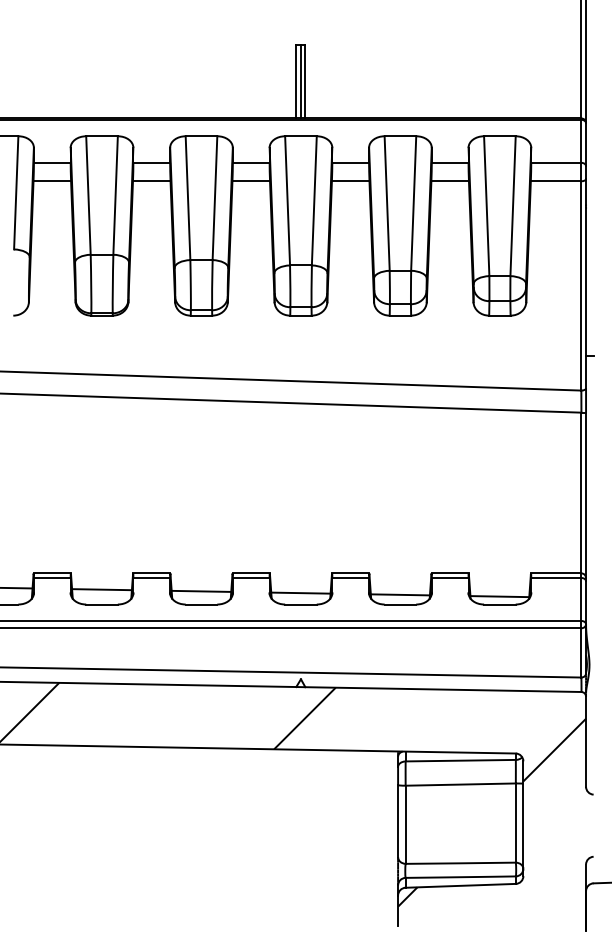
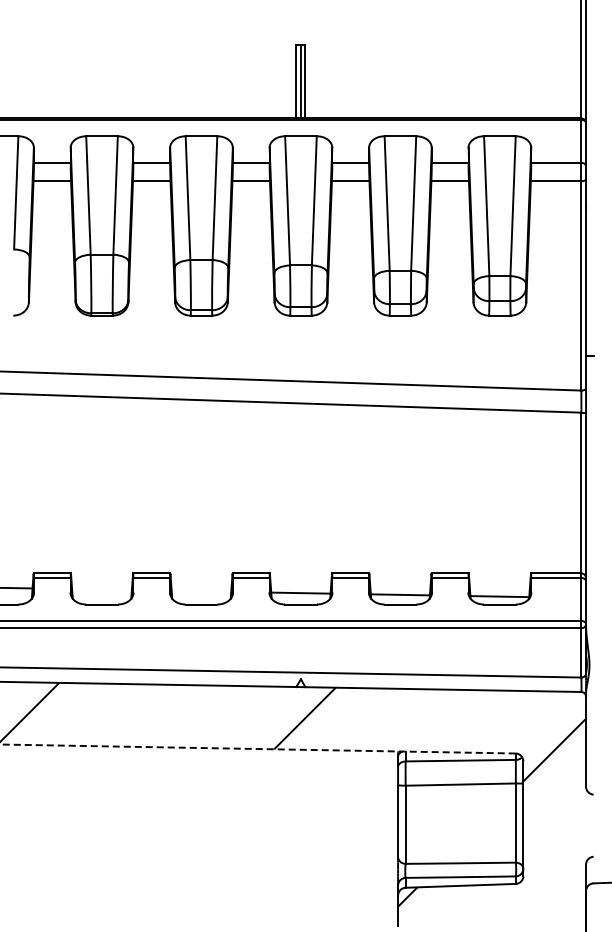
line at (101, 589): present -> none
line at (201, 590): present -> none
line at (257, 749): solid -> dashed
